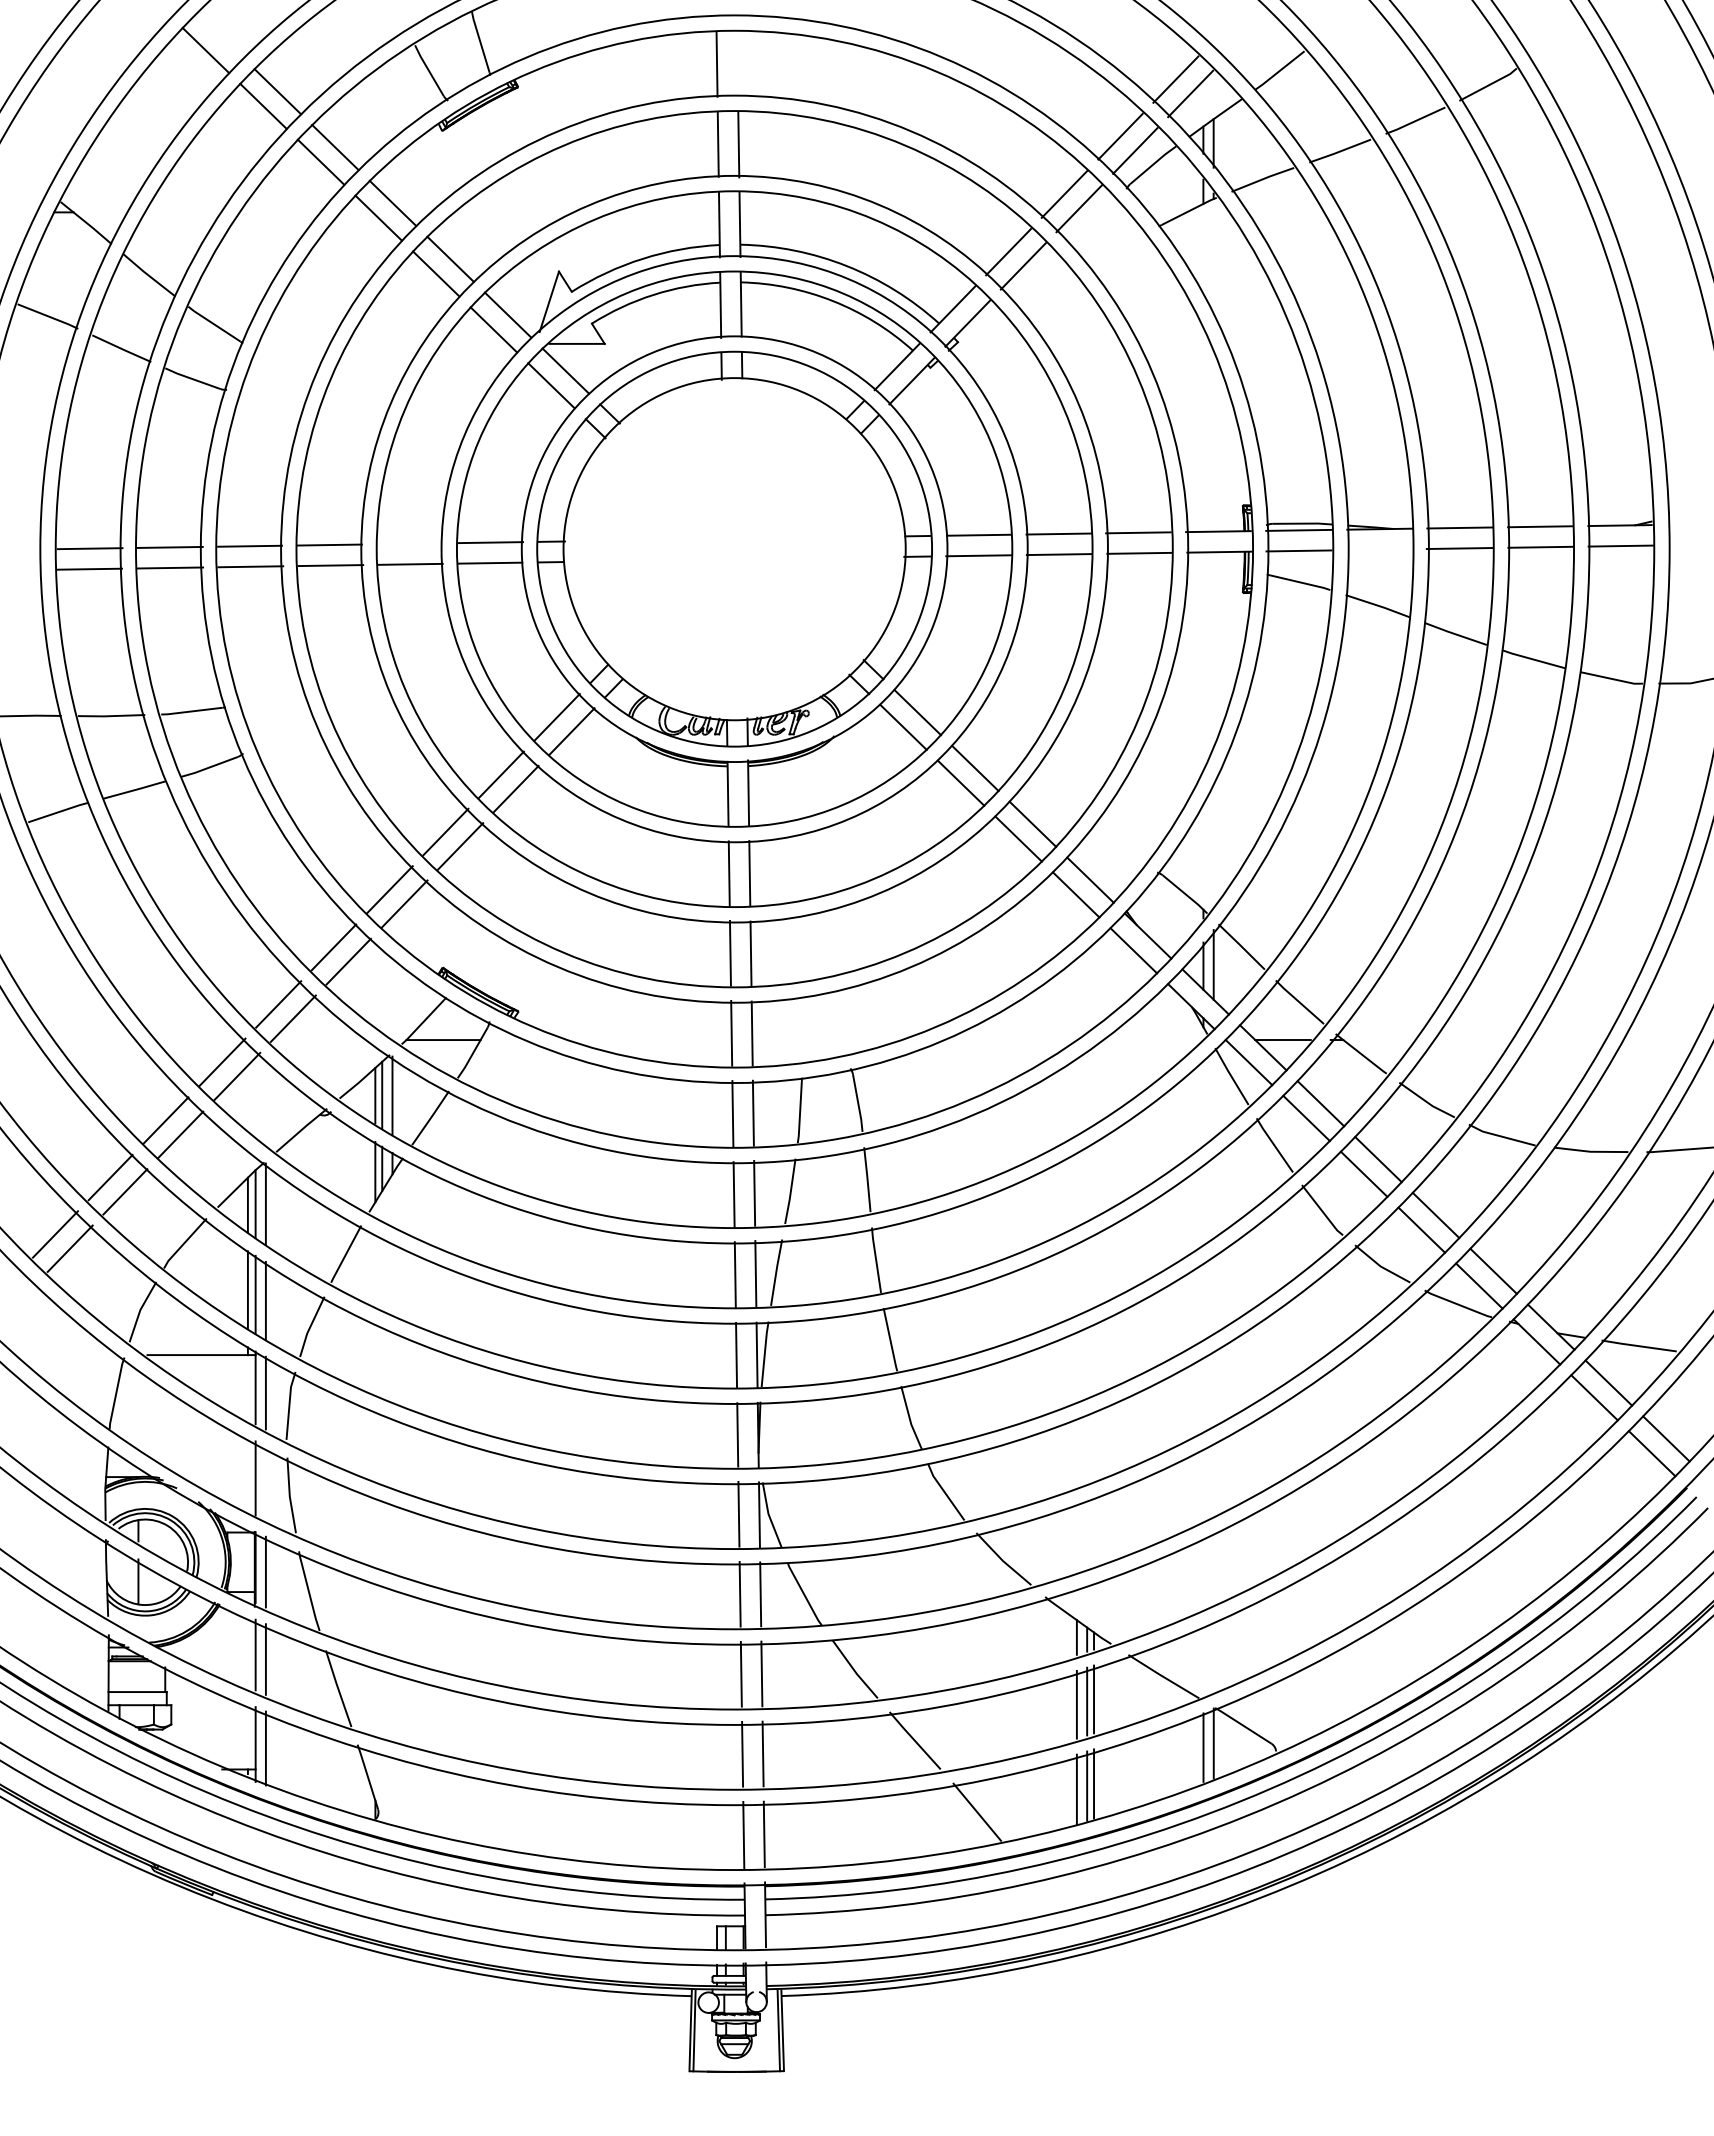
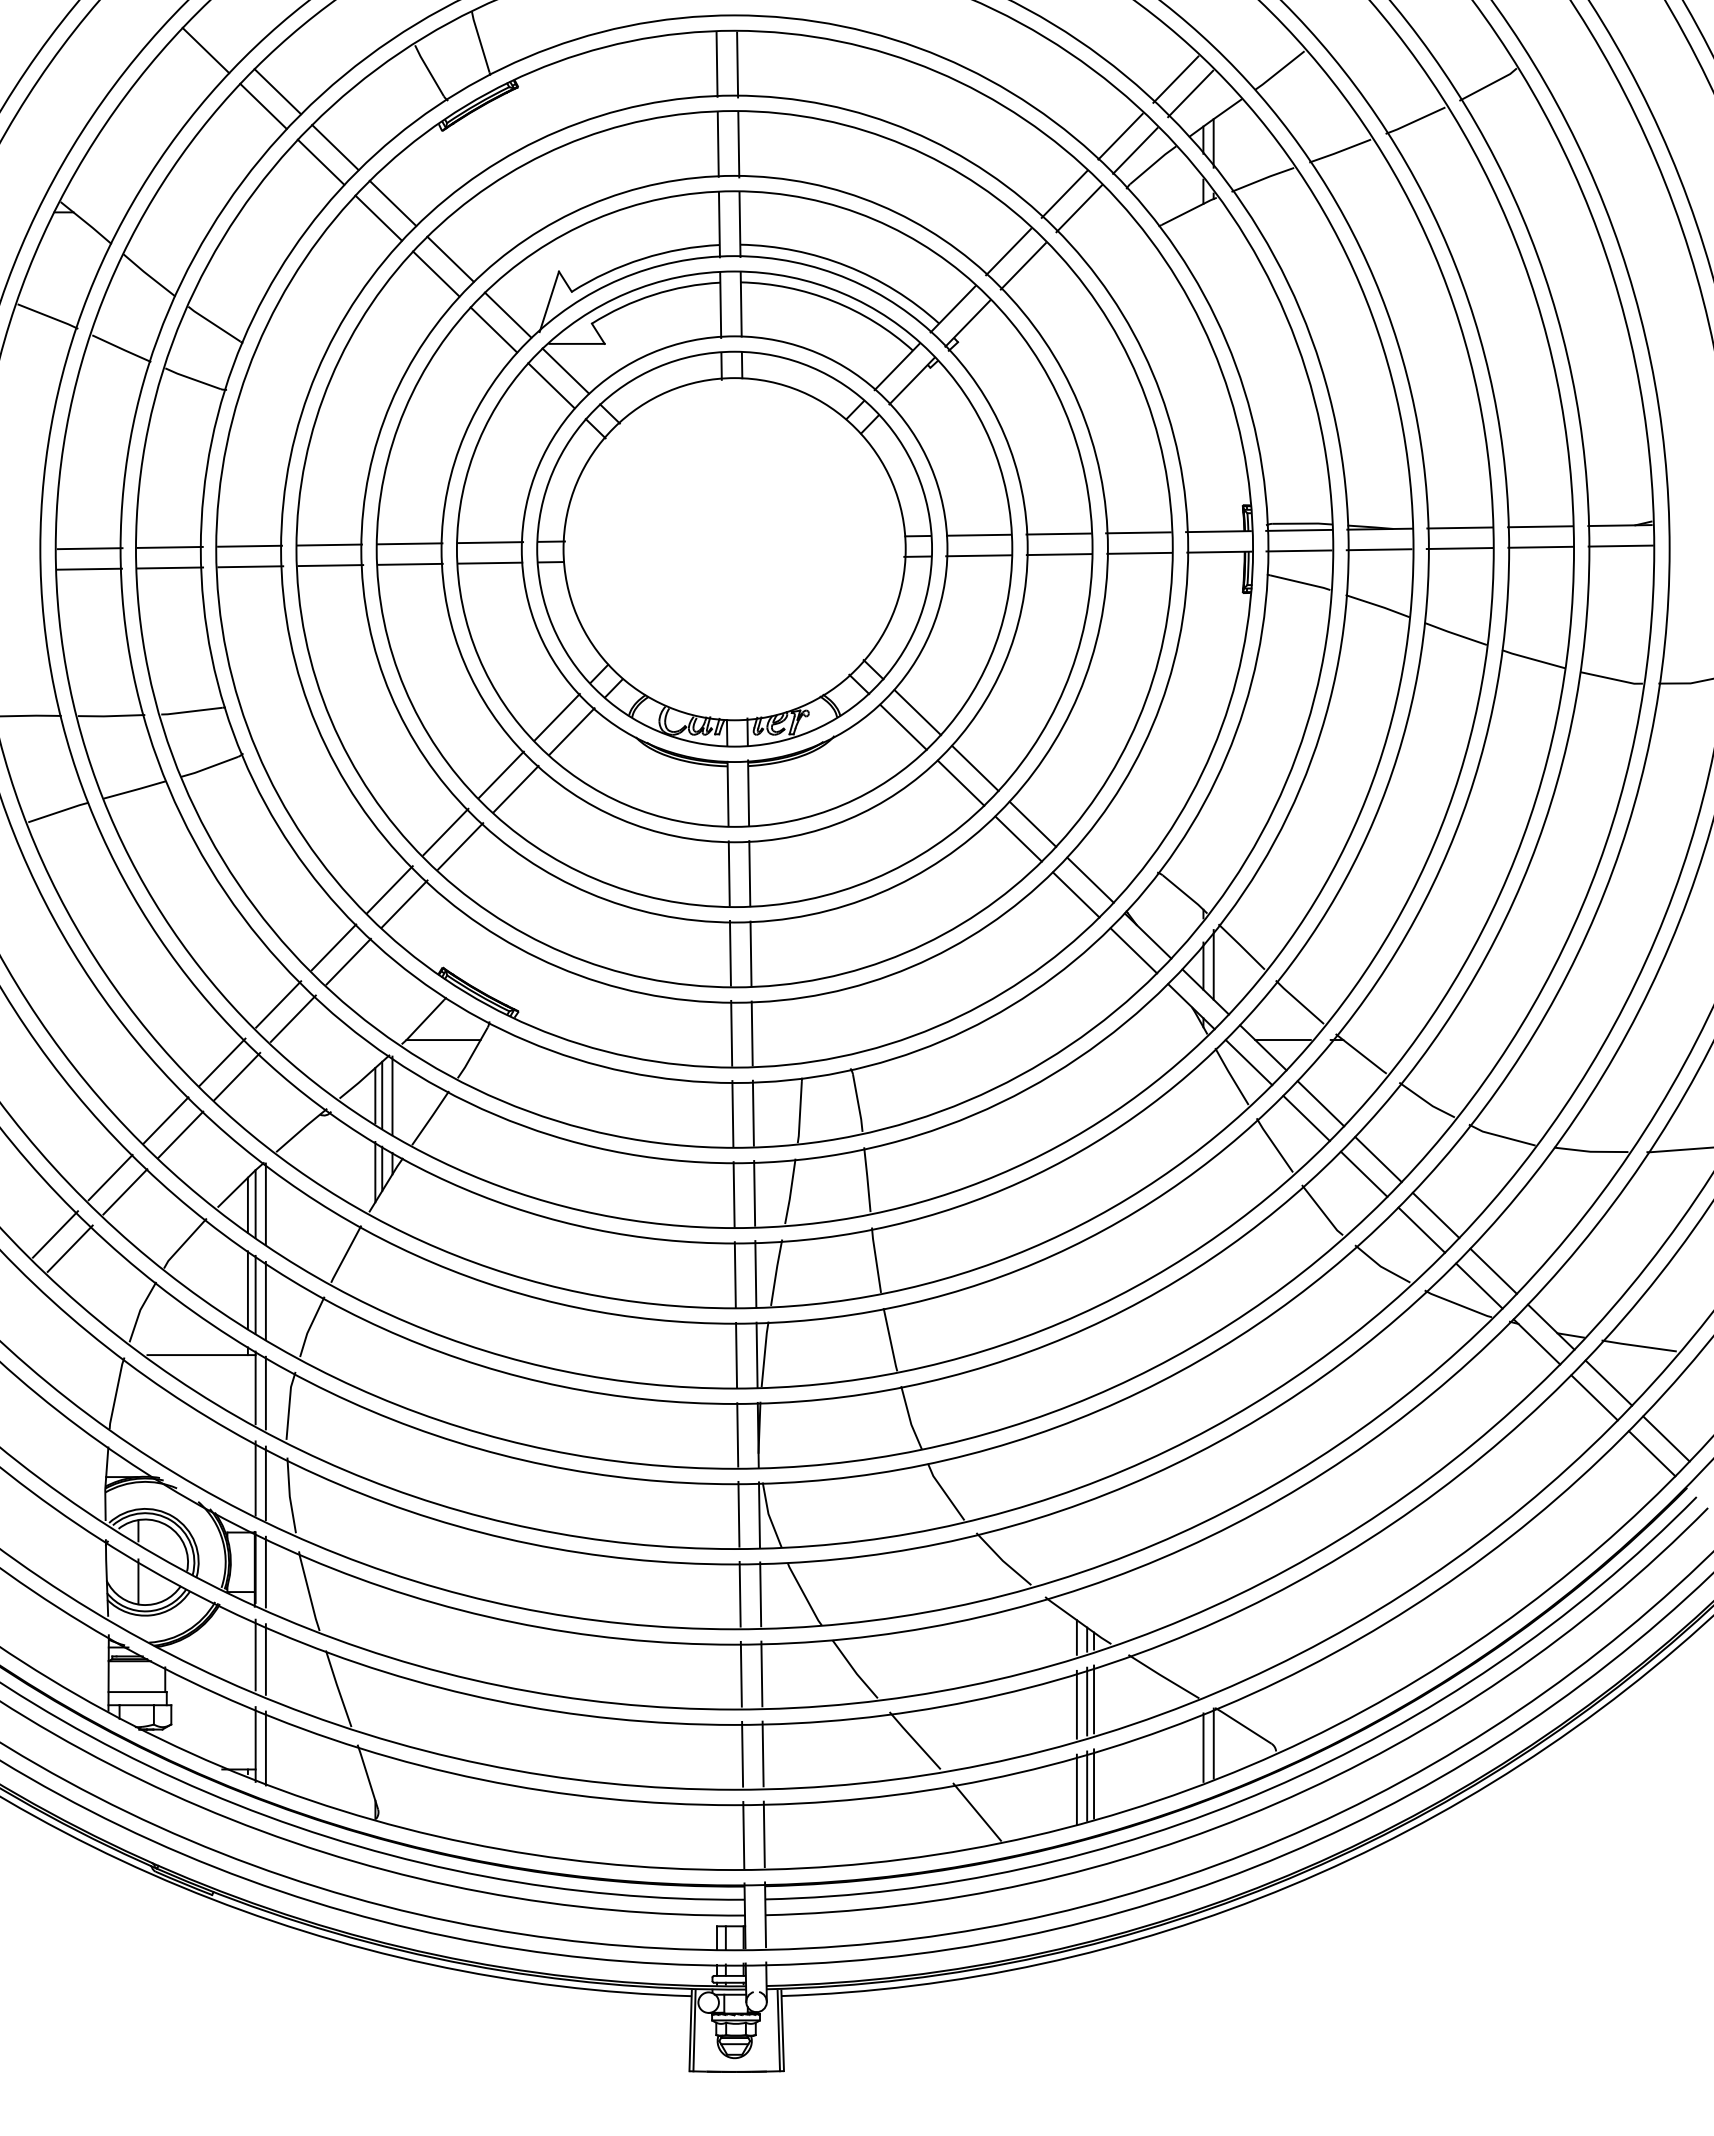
line at (737, 64): none -> present
line at (409, 543): none -> present
line at (1378, 549): none -> present
line at (265, 1483): none -> present
